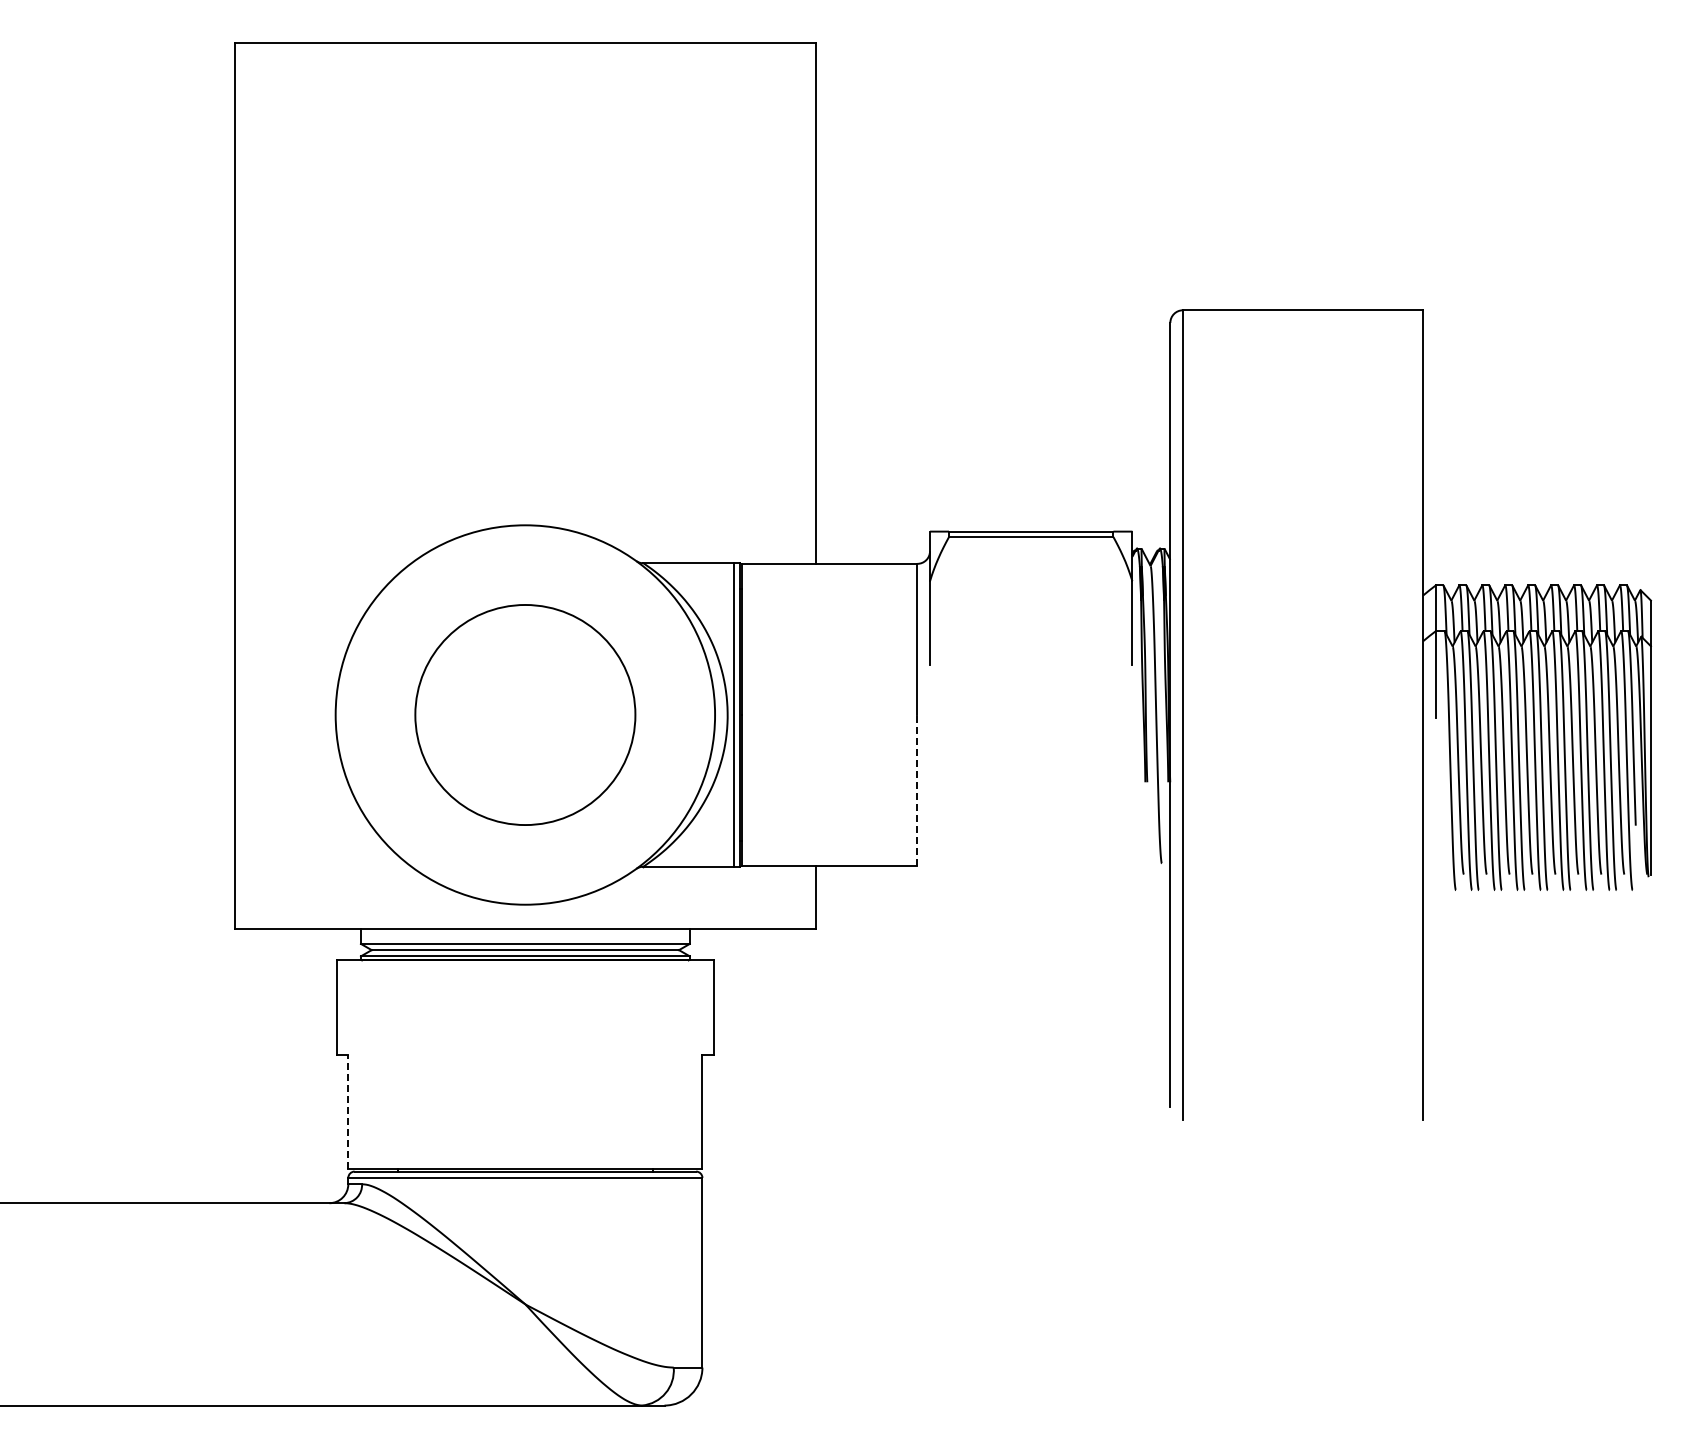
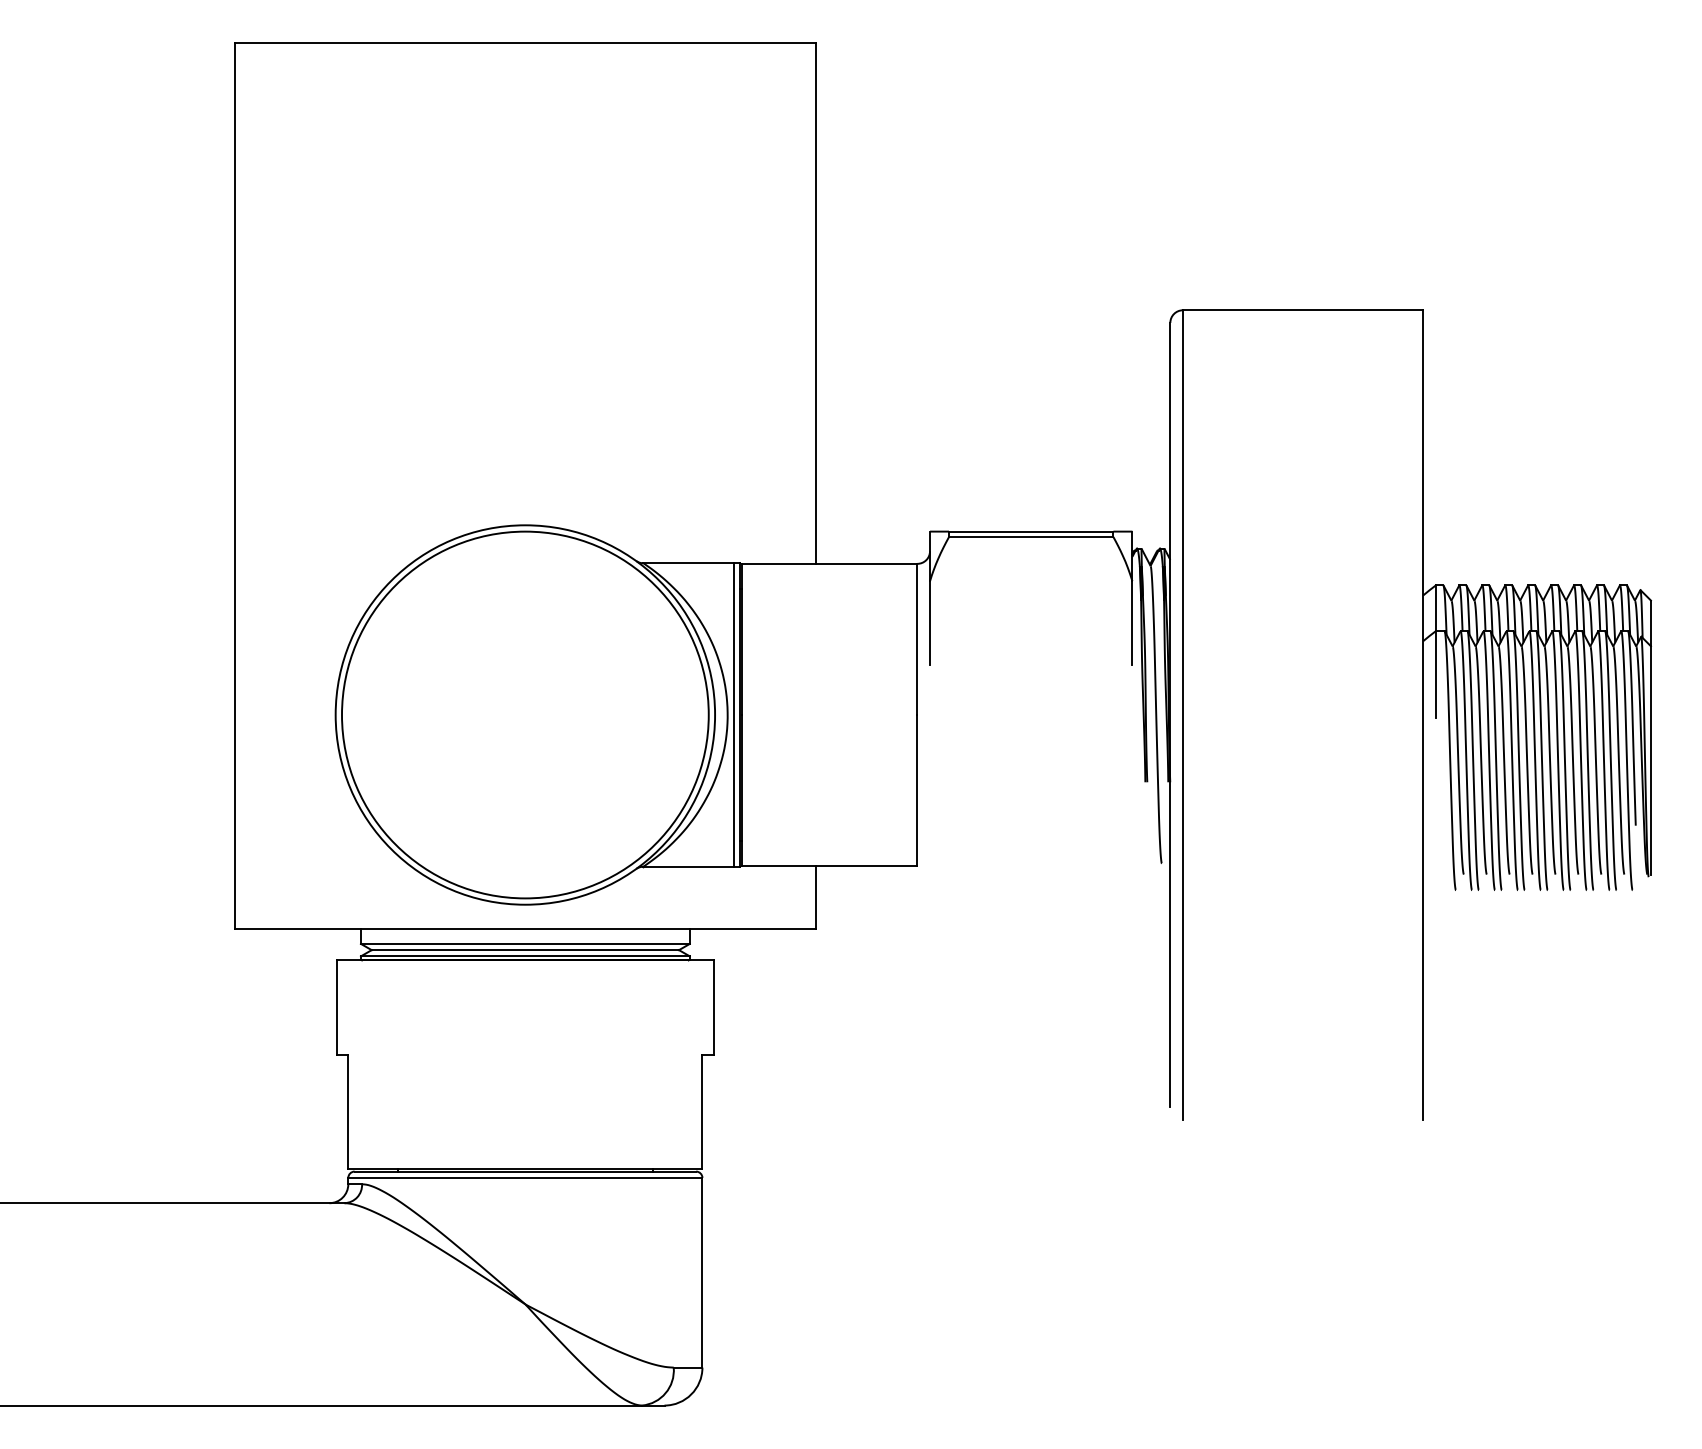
circle at (525, 714) diameter: 220 px -> 367 px
line at (917, 790): dashed -> solid
line at (348, 1112): dashed -> solid
